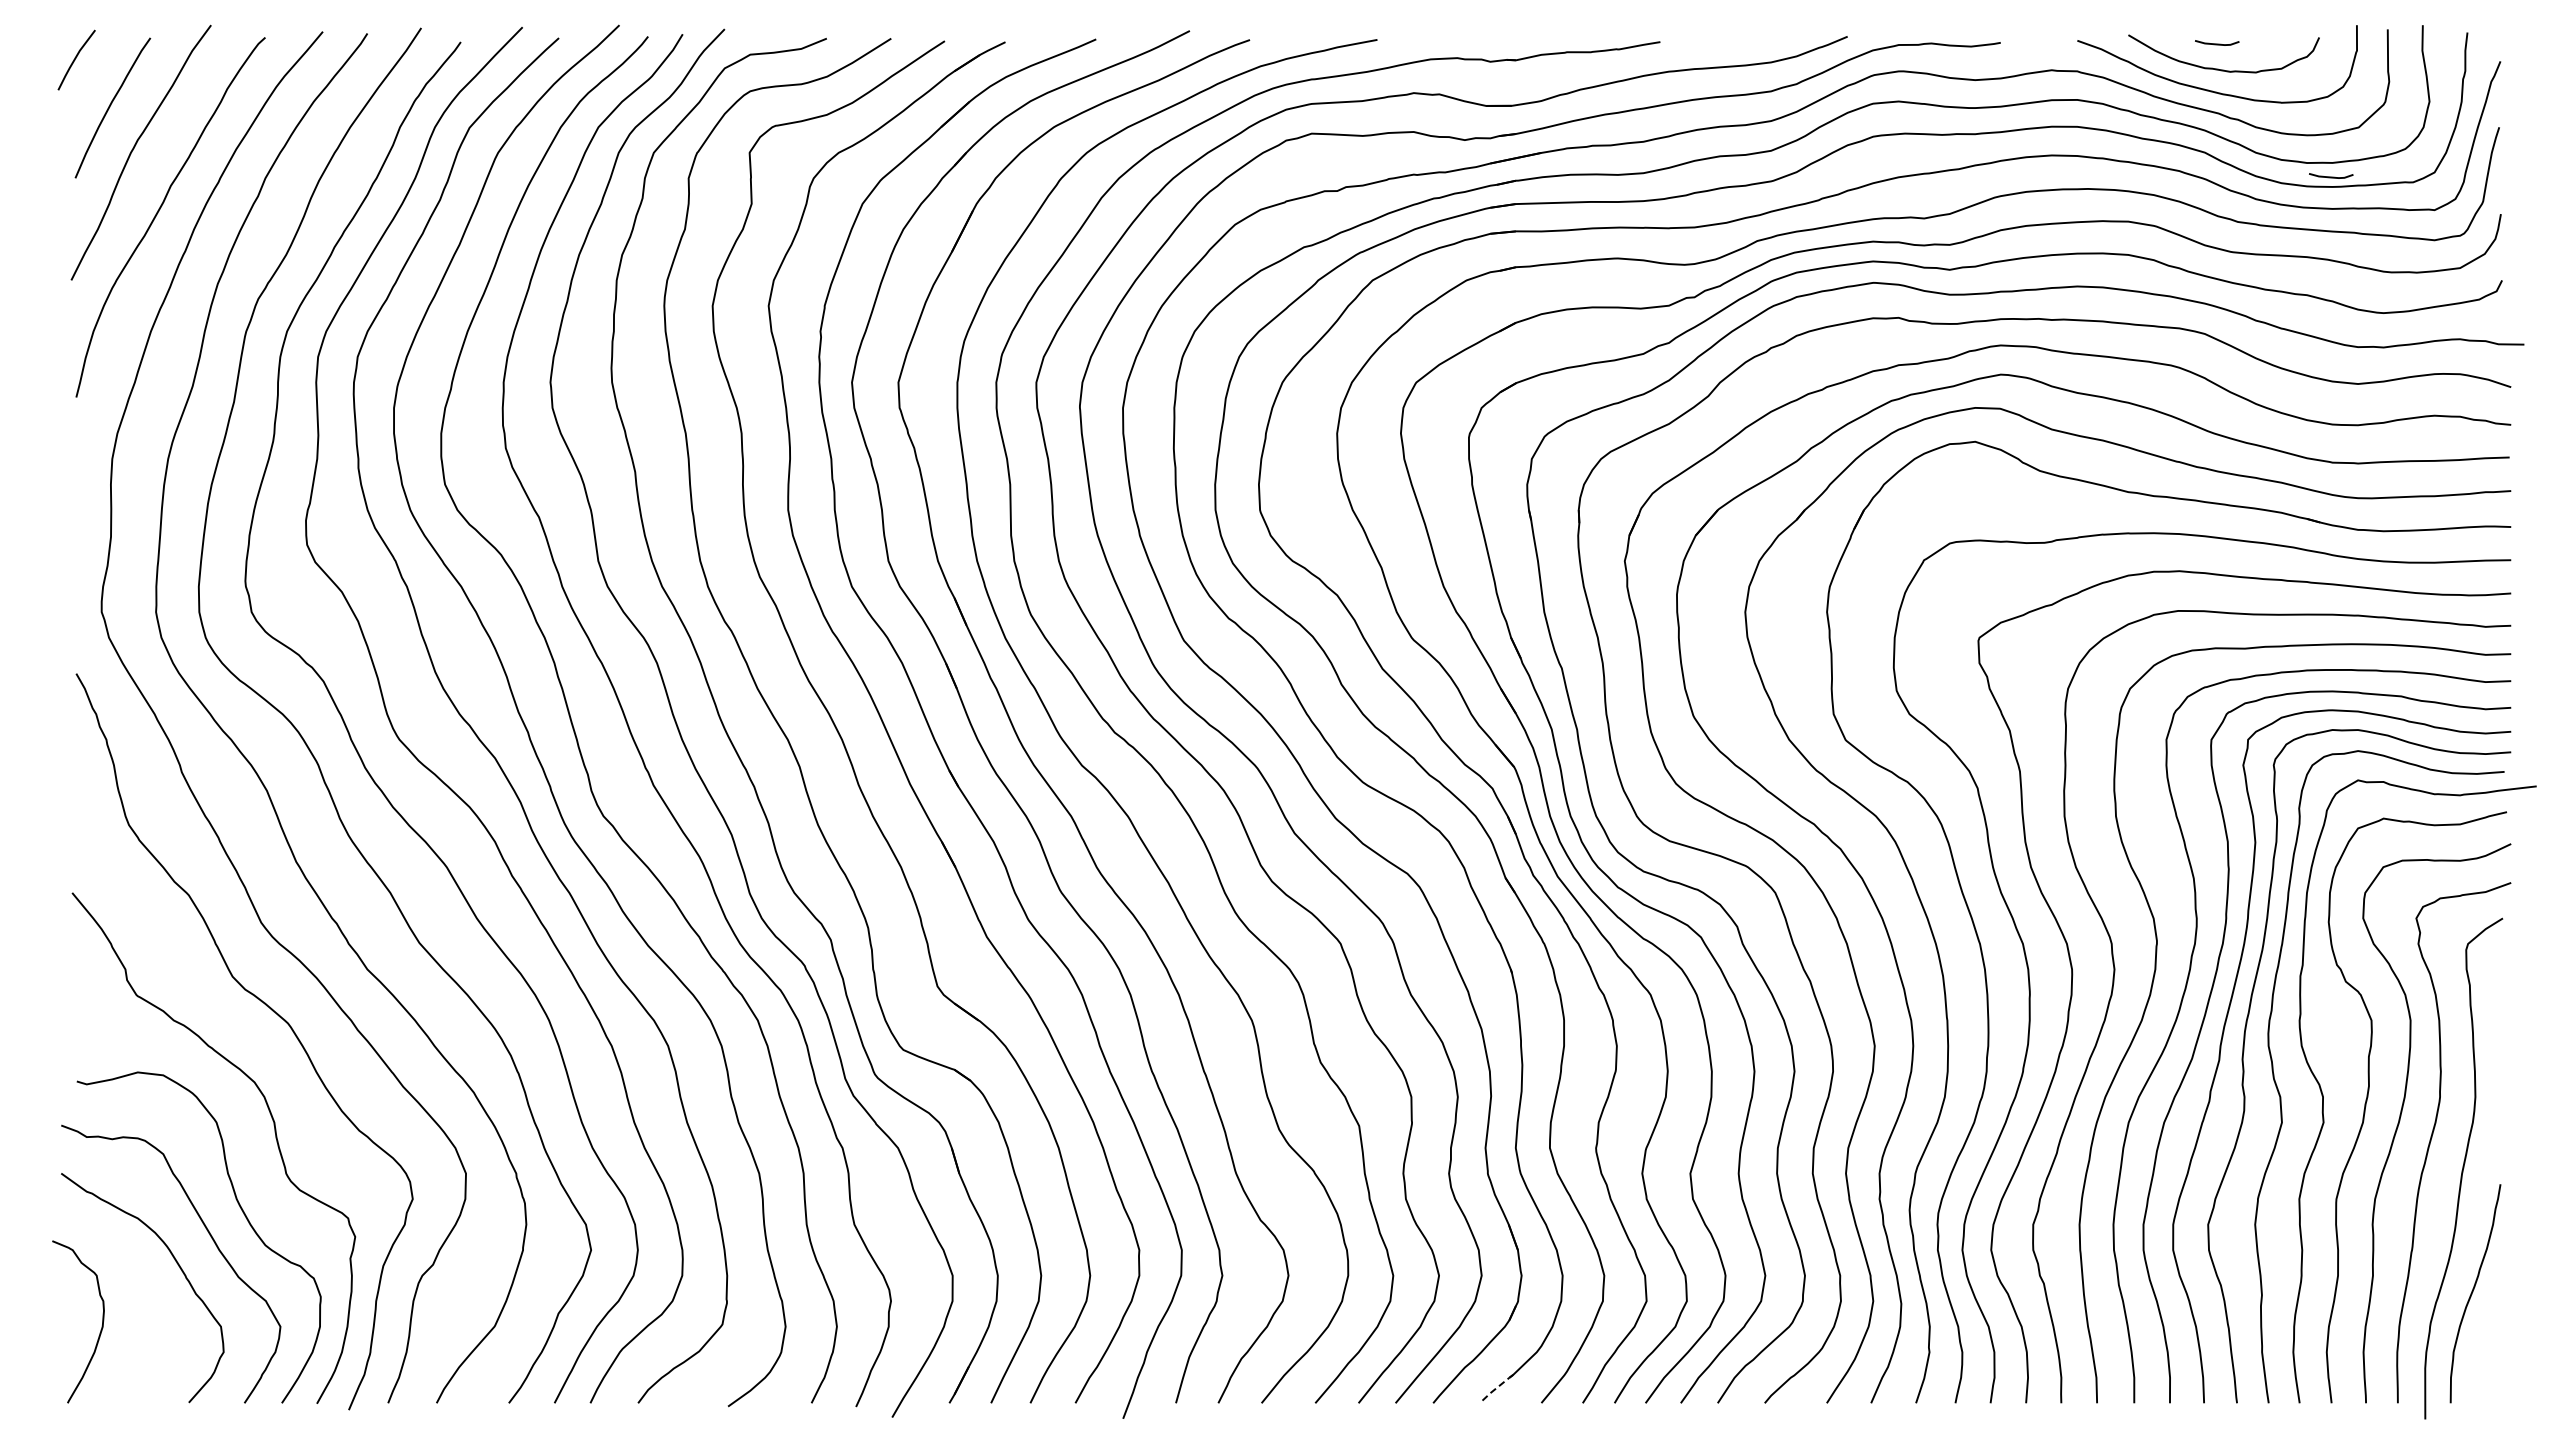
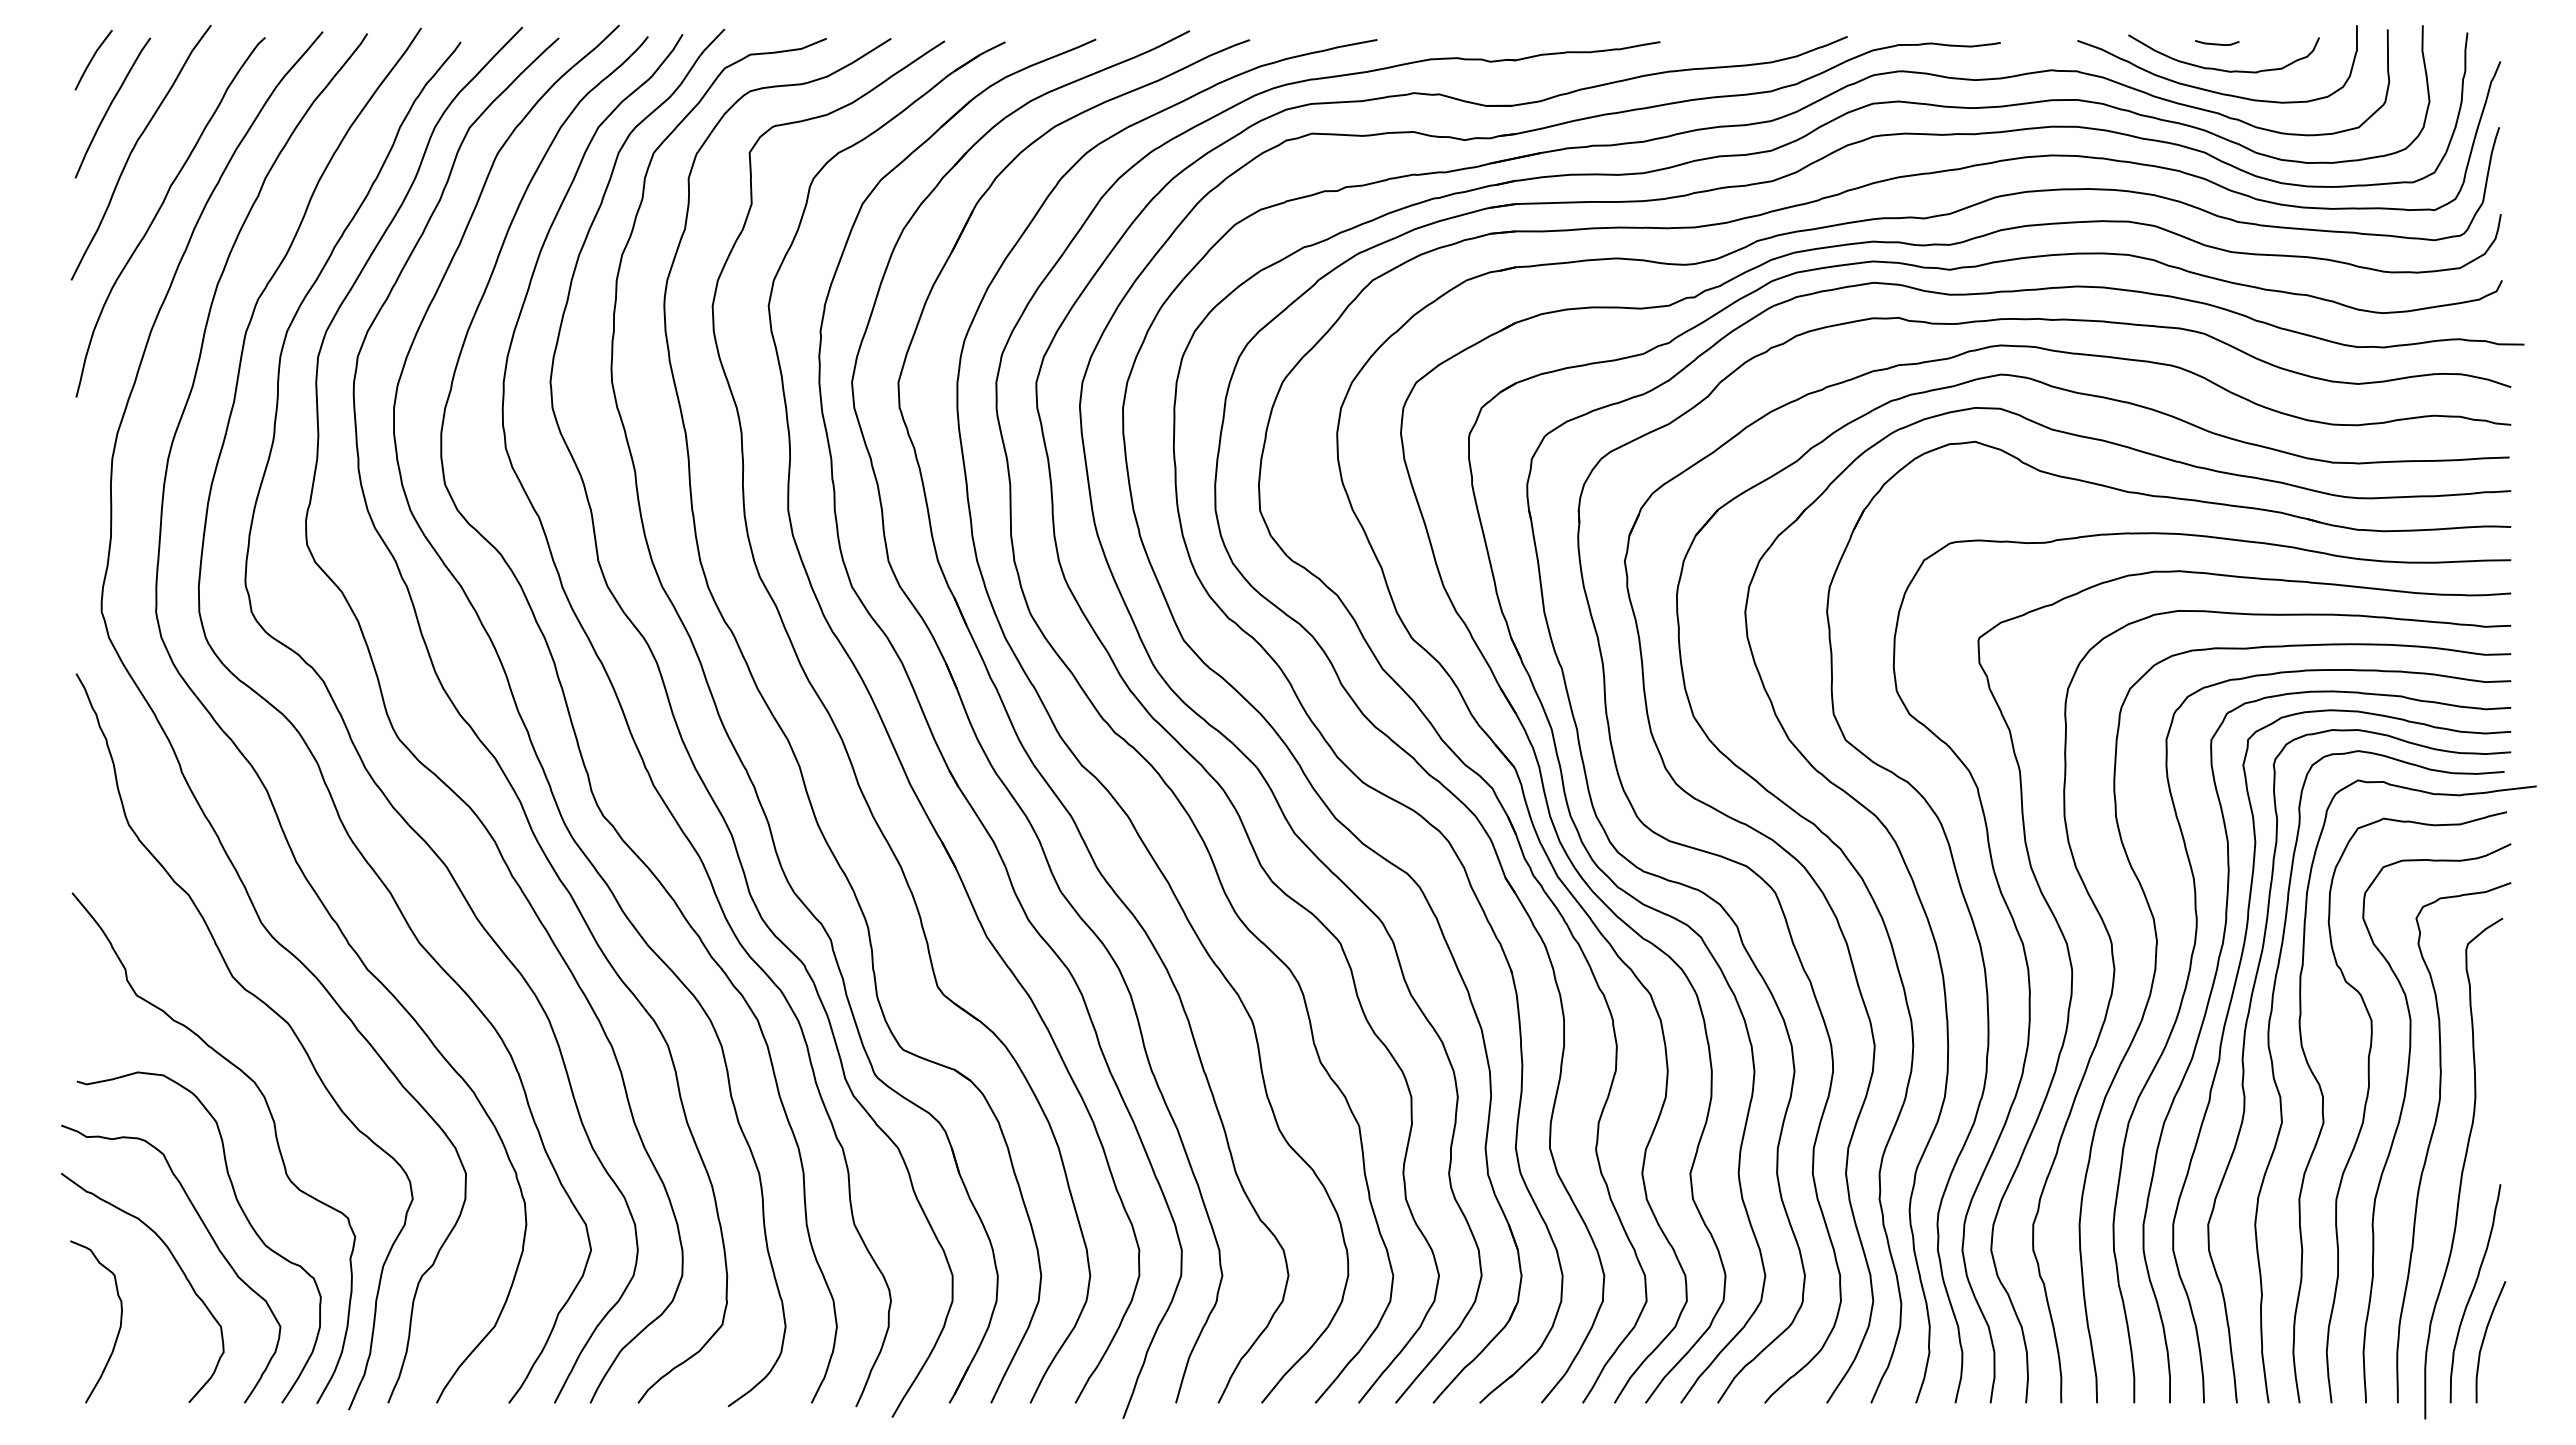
line at (76, 58) position: (76, 58) -> (93, 58)
line at (2331, 176): present -> none
curve at (101, 1325) position: (101, 1325) -> (119, 1325)
curve at (2484, 1340): none -> present
line at (1495, 1388): dashed -> solid
